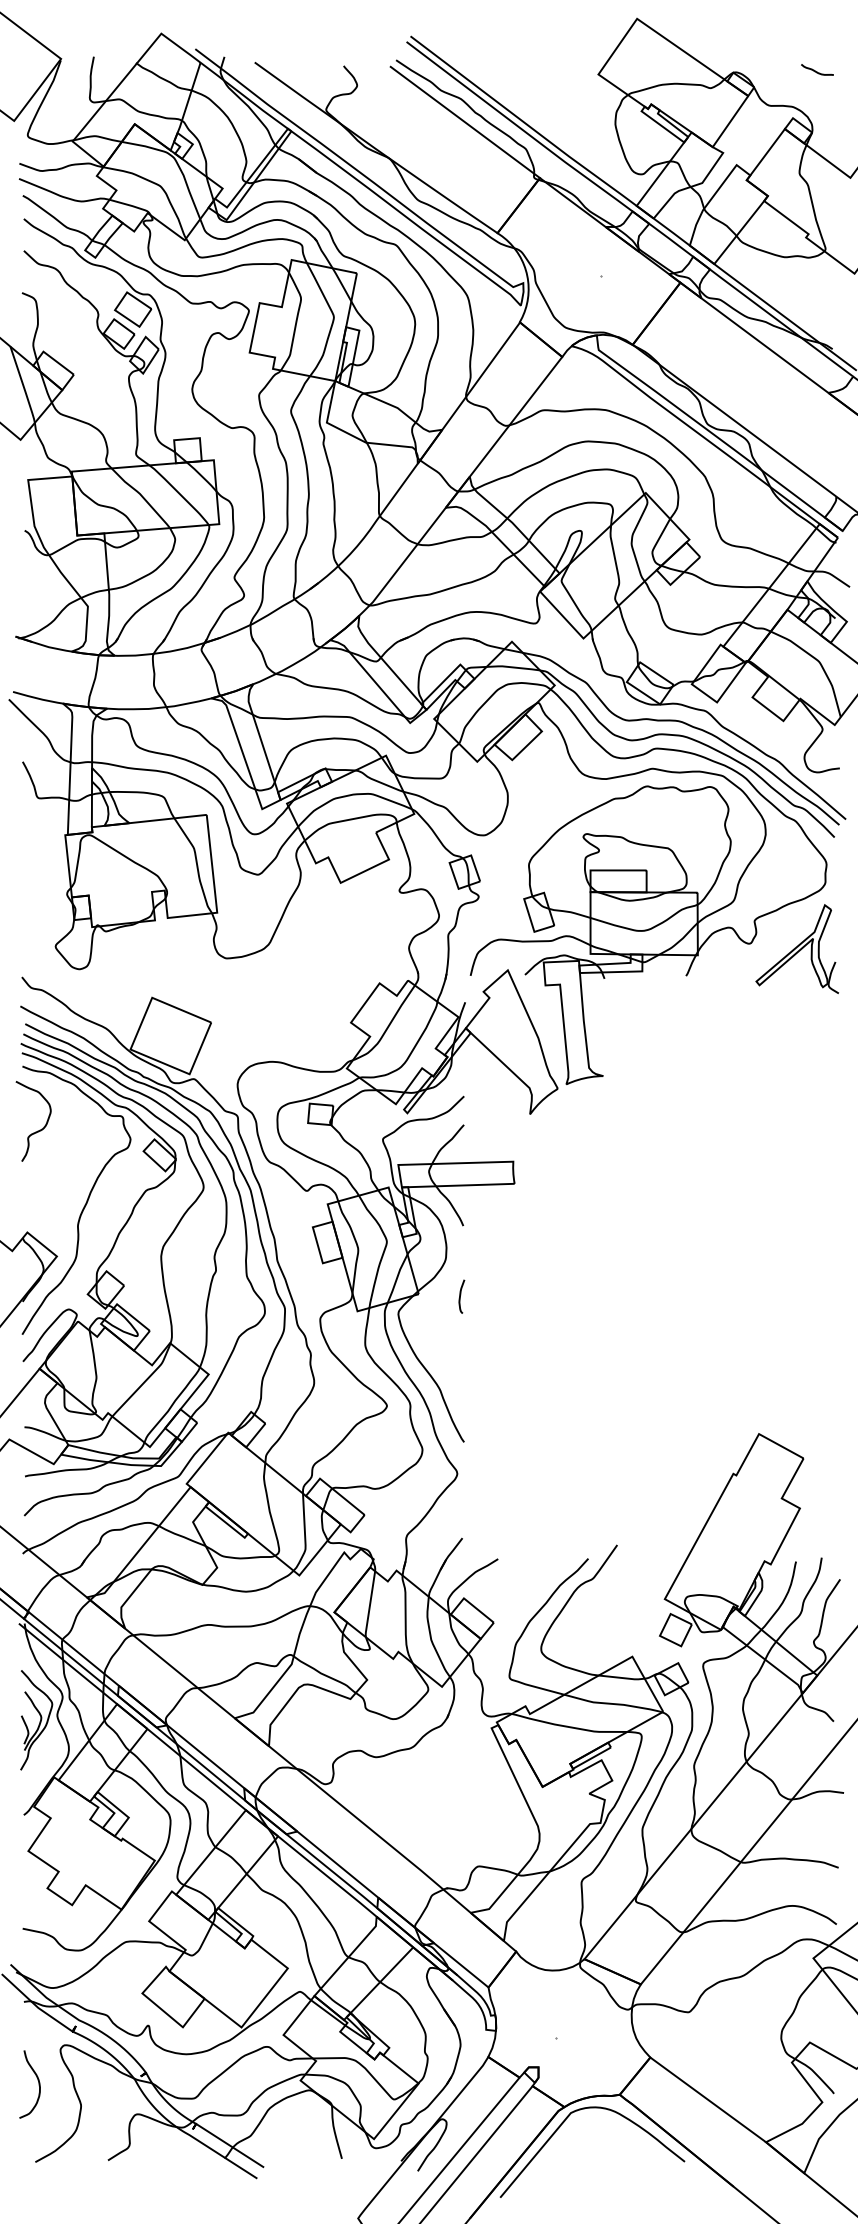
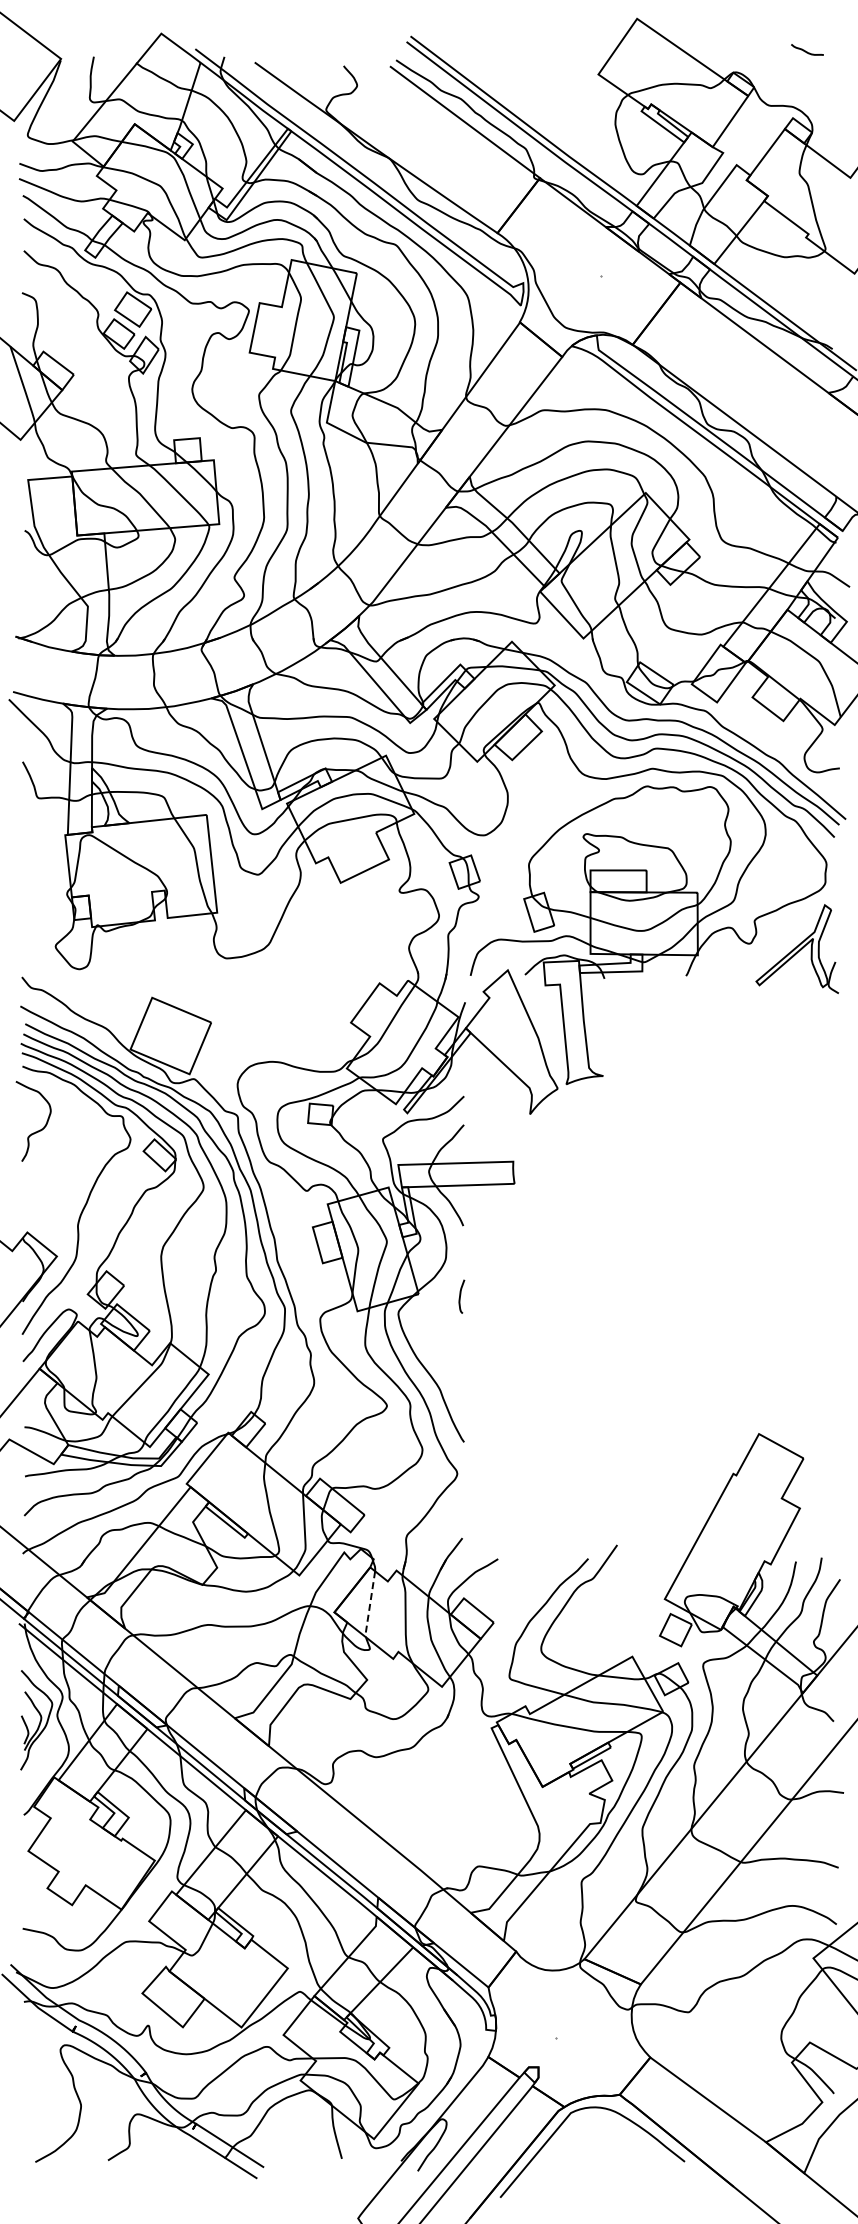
curve at (817, 71) position: (817, 71) -> (807, 51)
line at (369, 1605): solid -> dashed
curve at (37, 2080): present -> none
